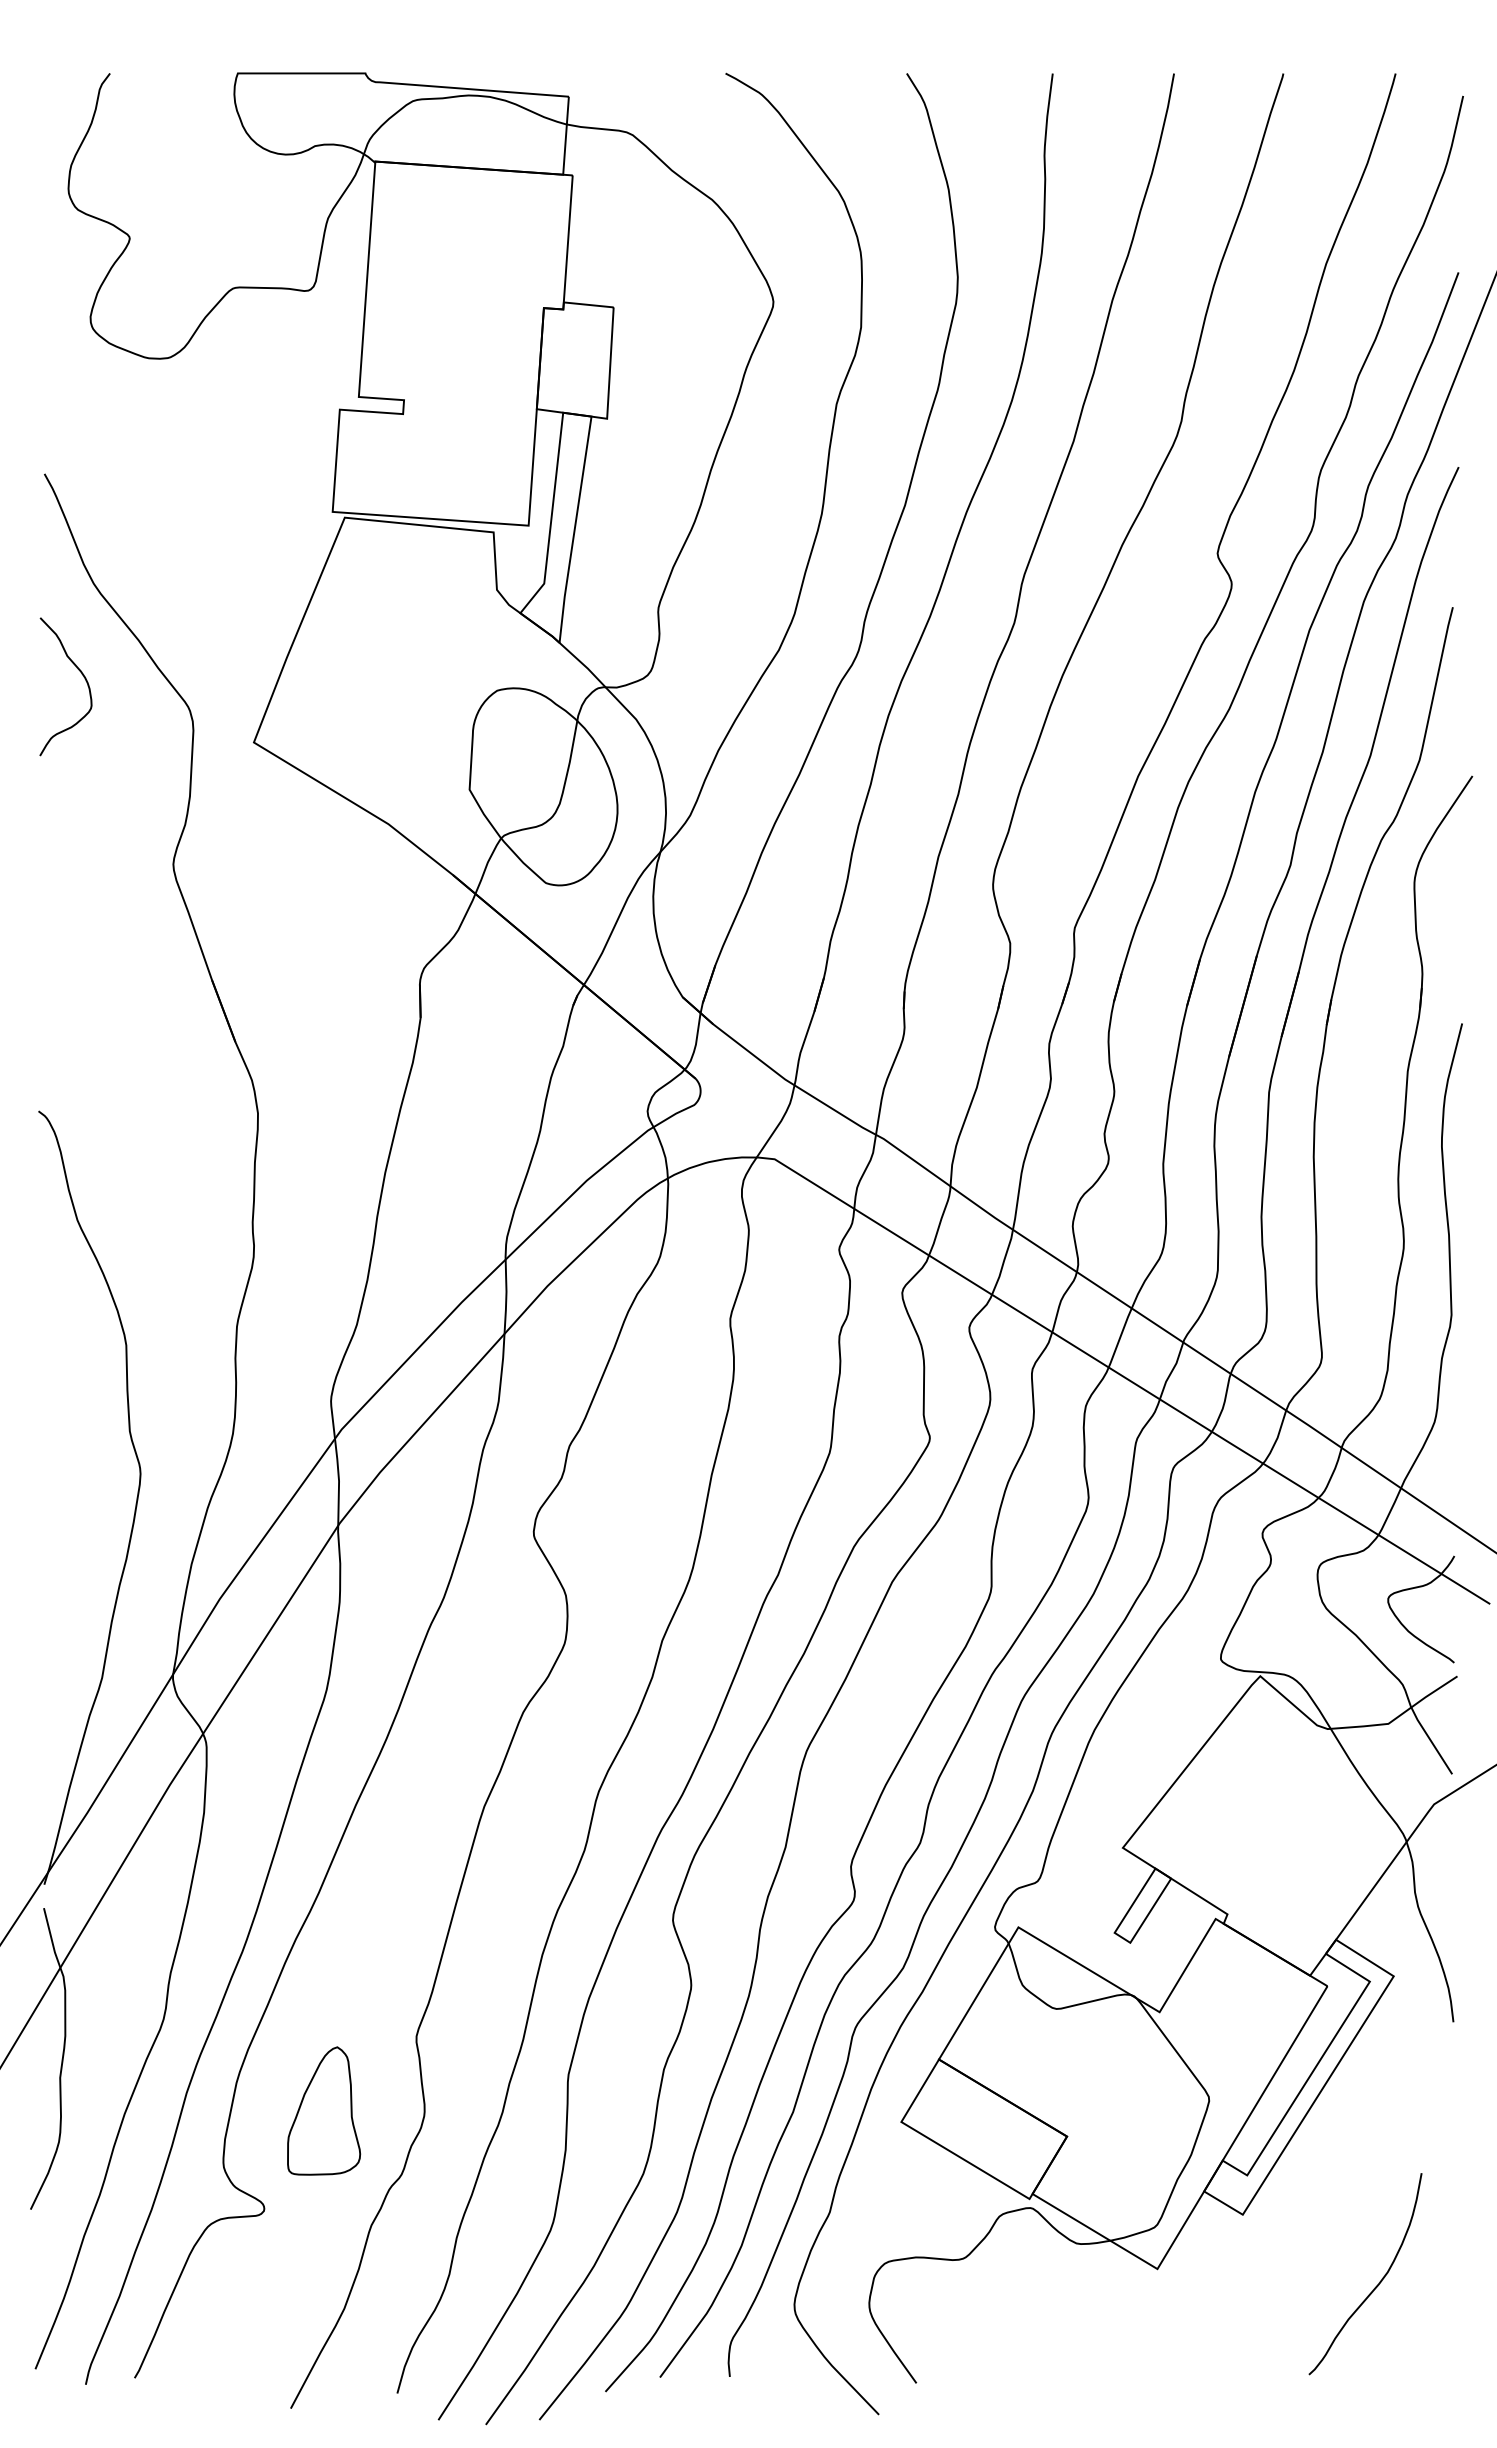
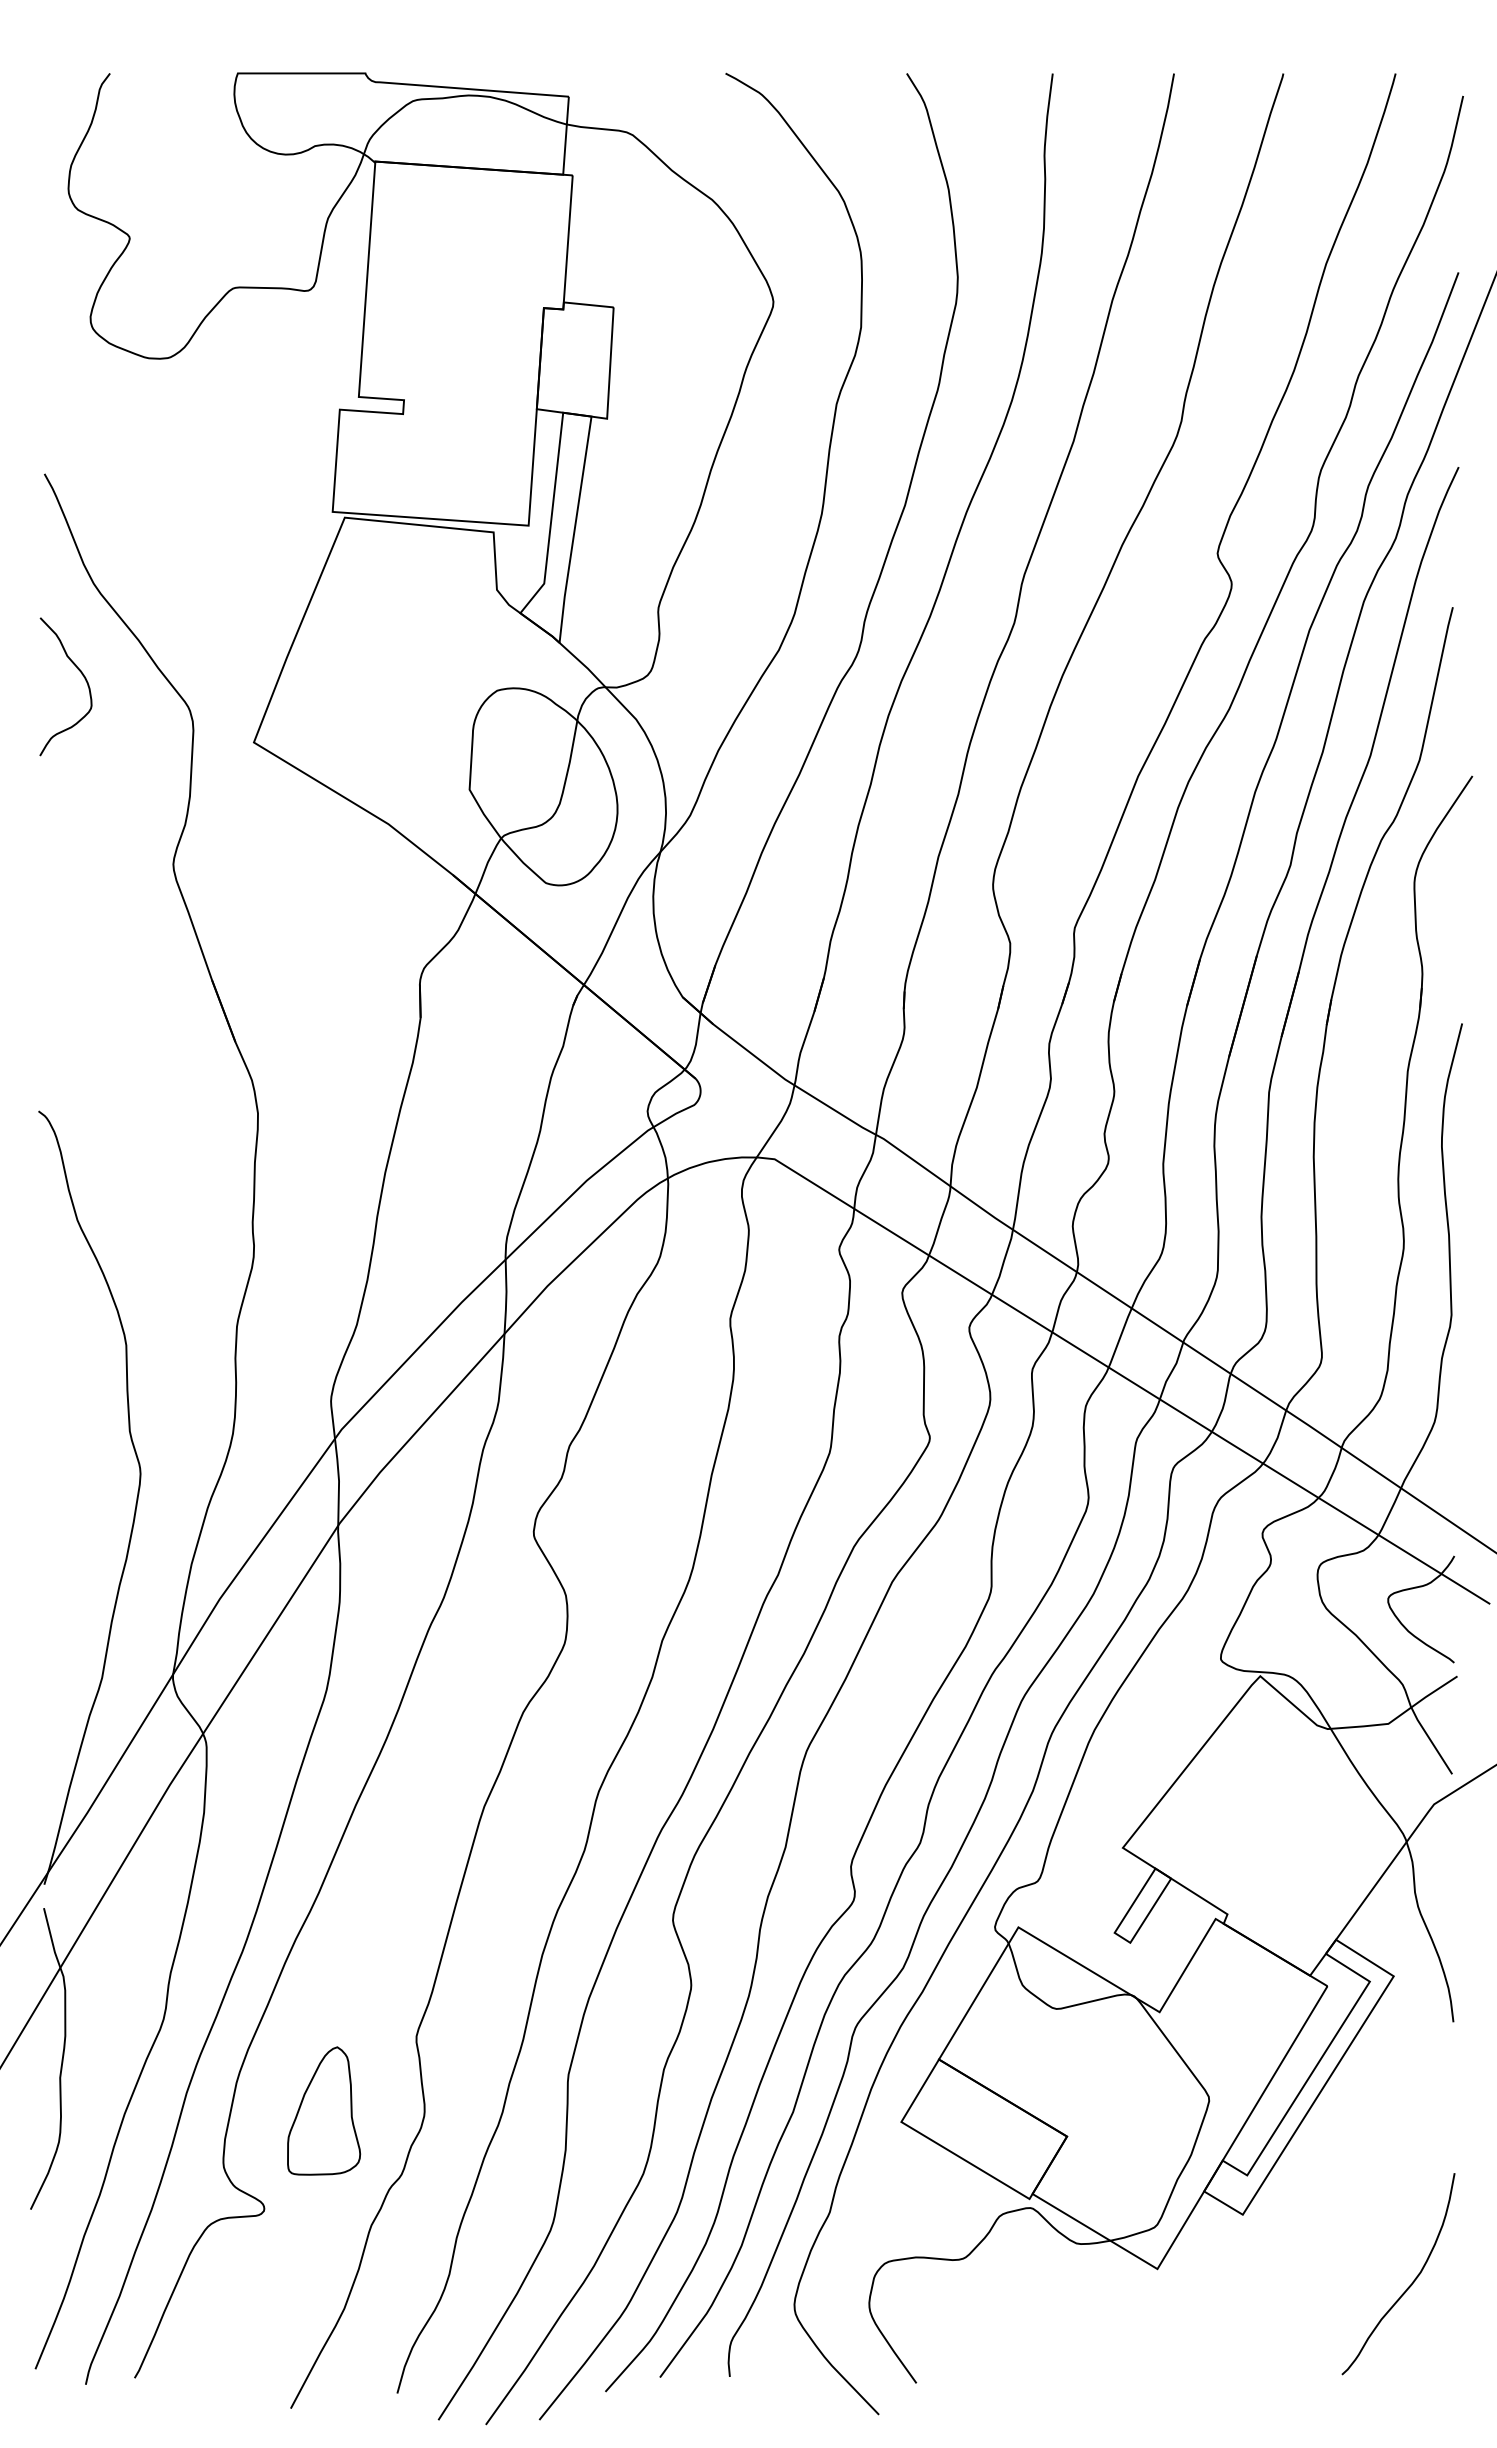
curve at (1376, 2285) position: (1376, 2285) -> (1409, 2285)
